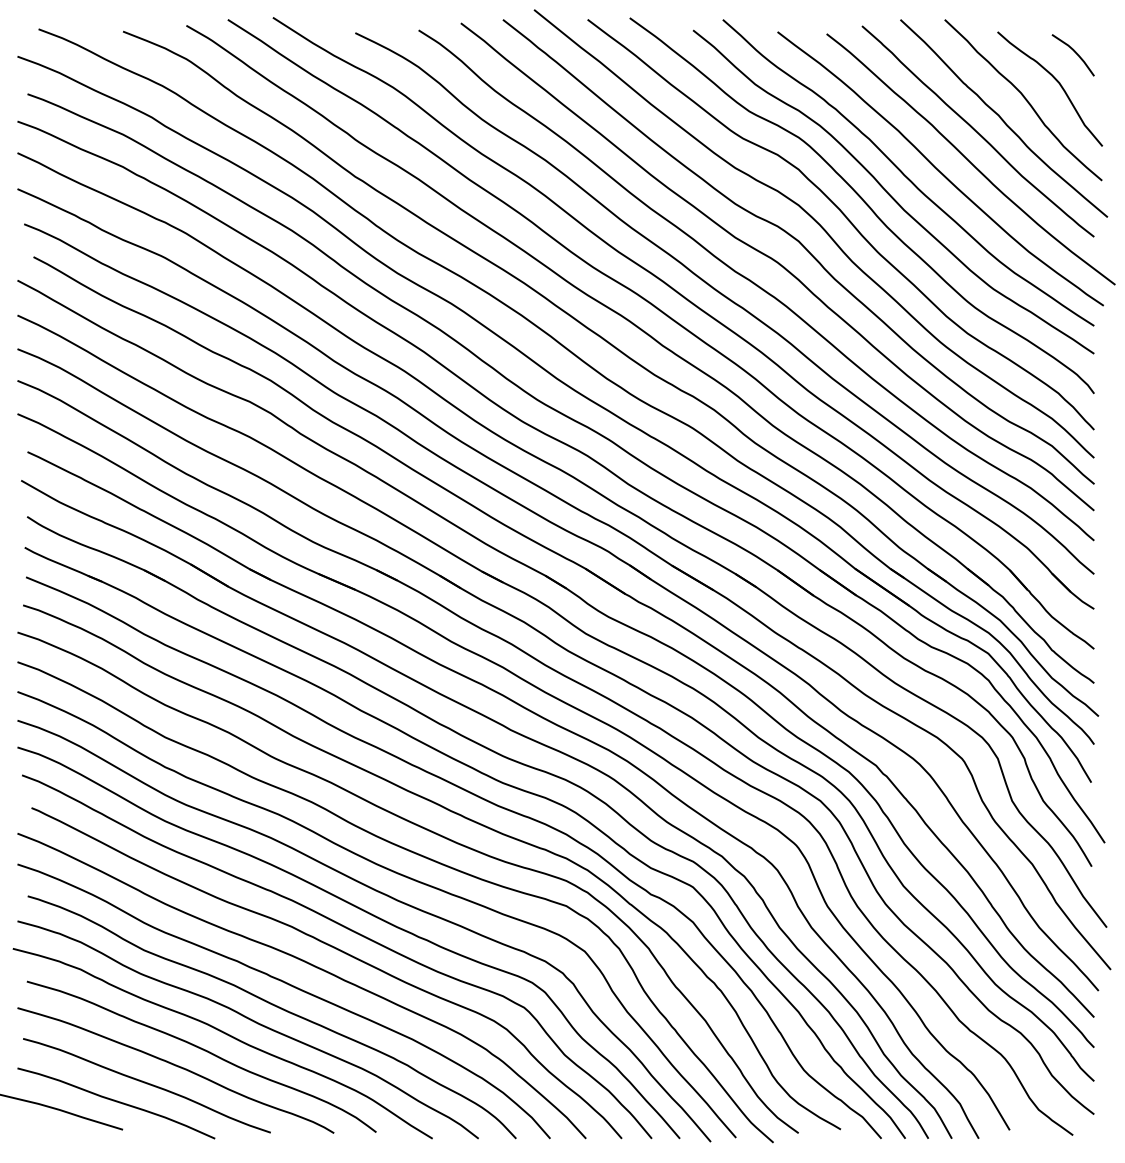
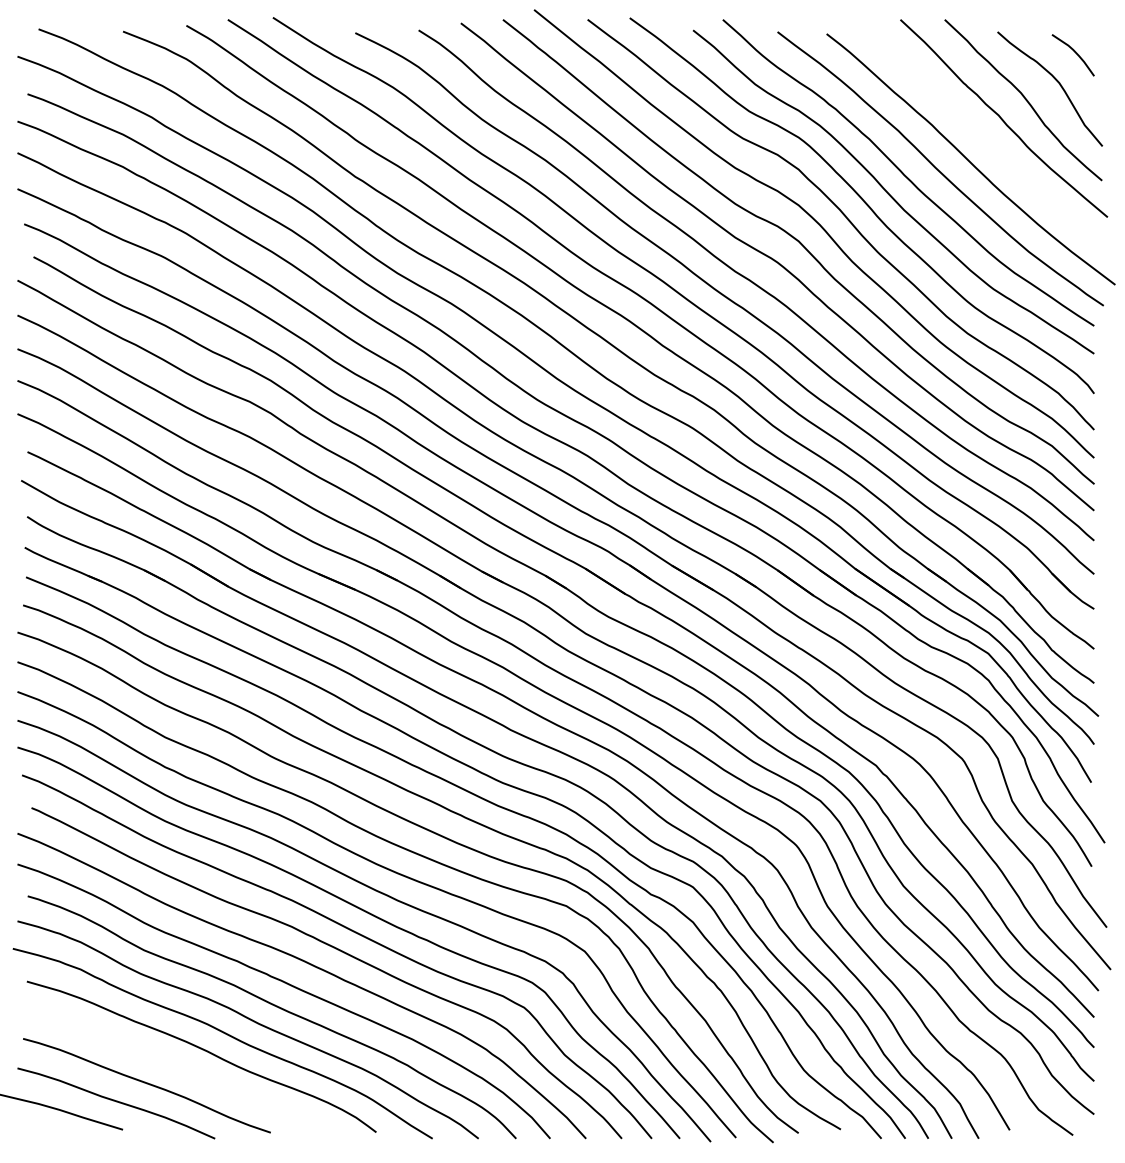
curve at (977, 131): present -> none
curve at (177, 1067): present -> none
